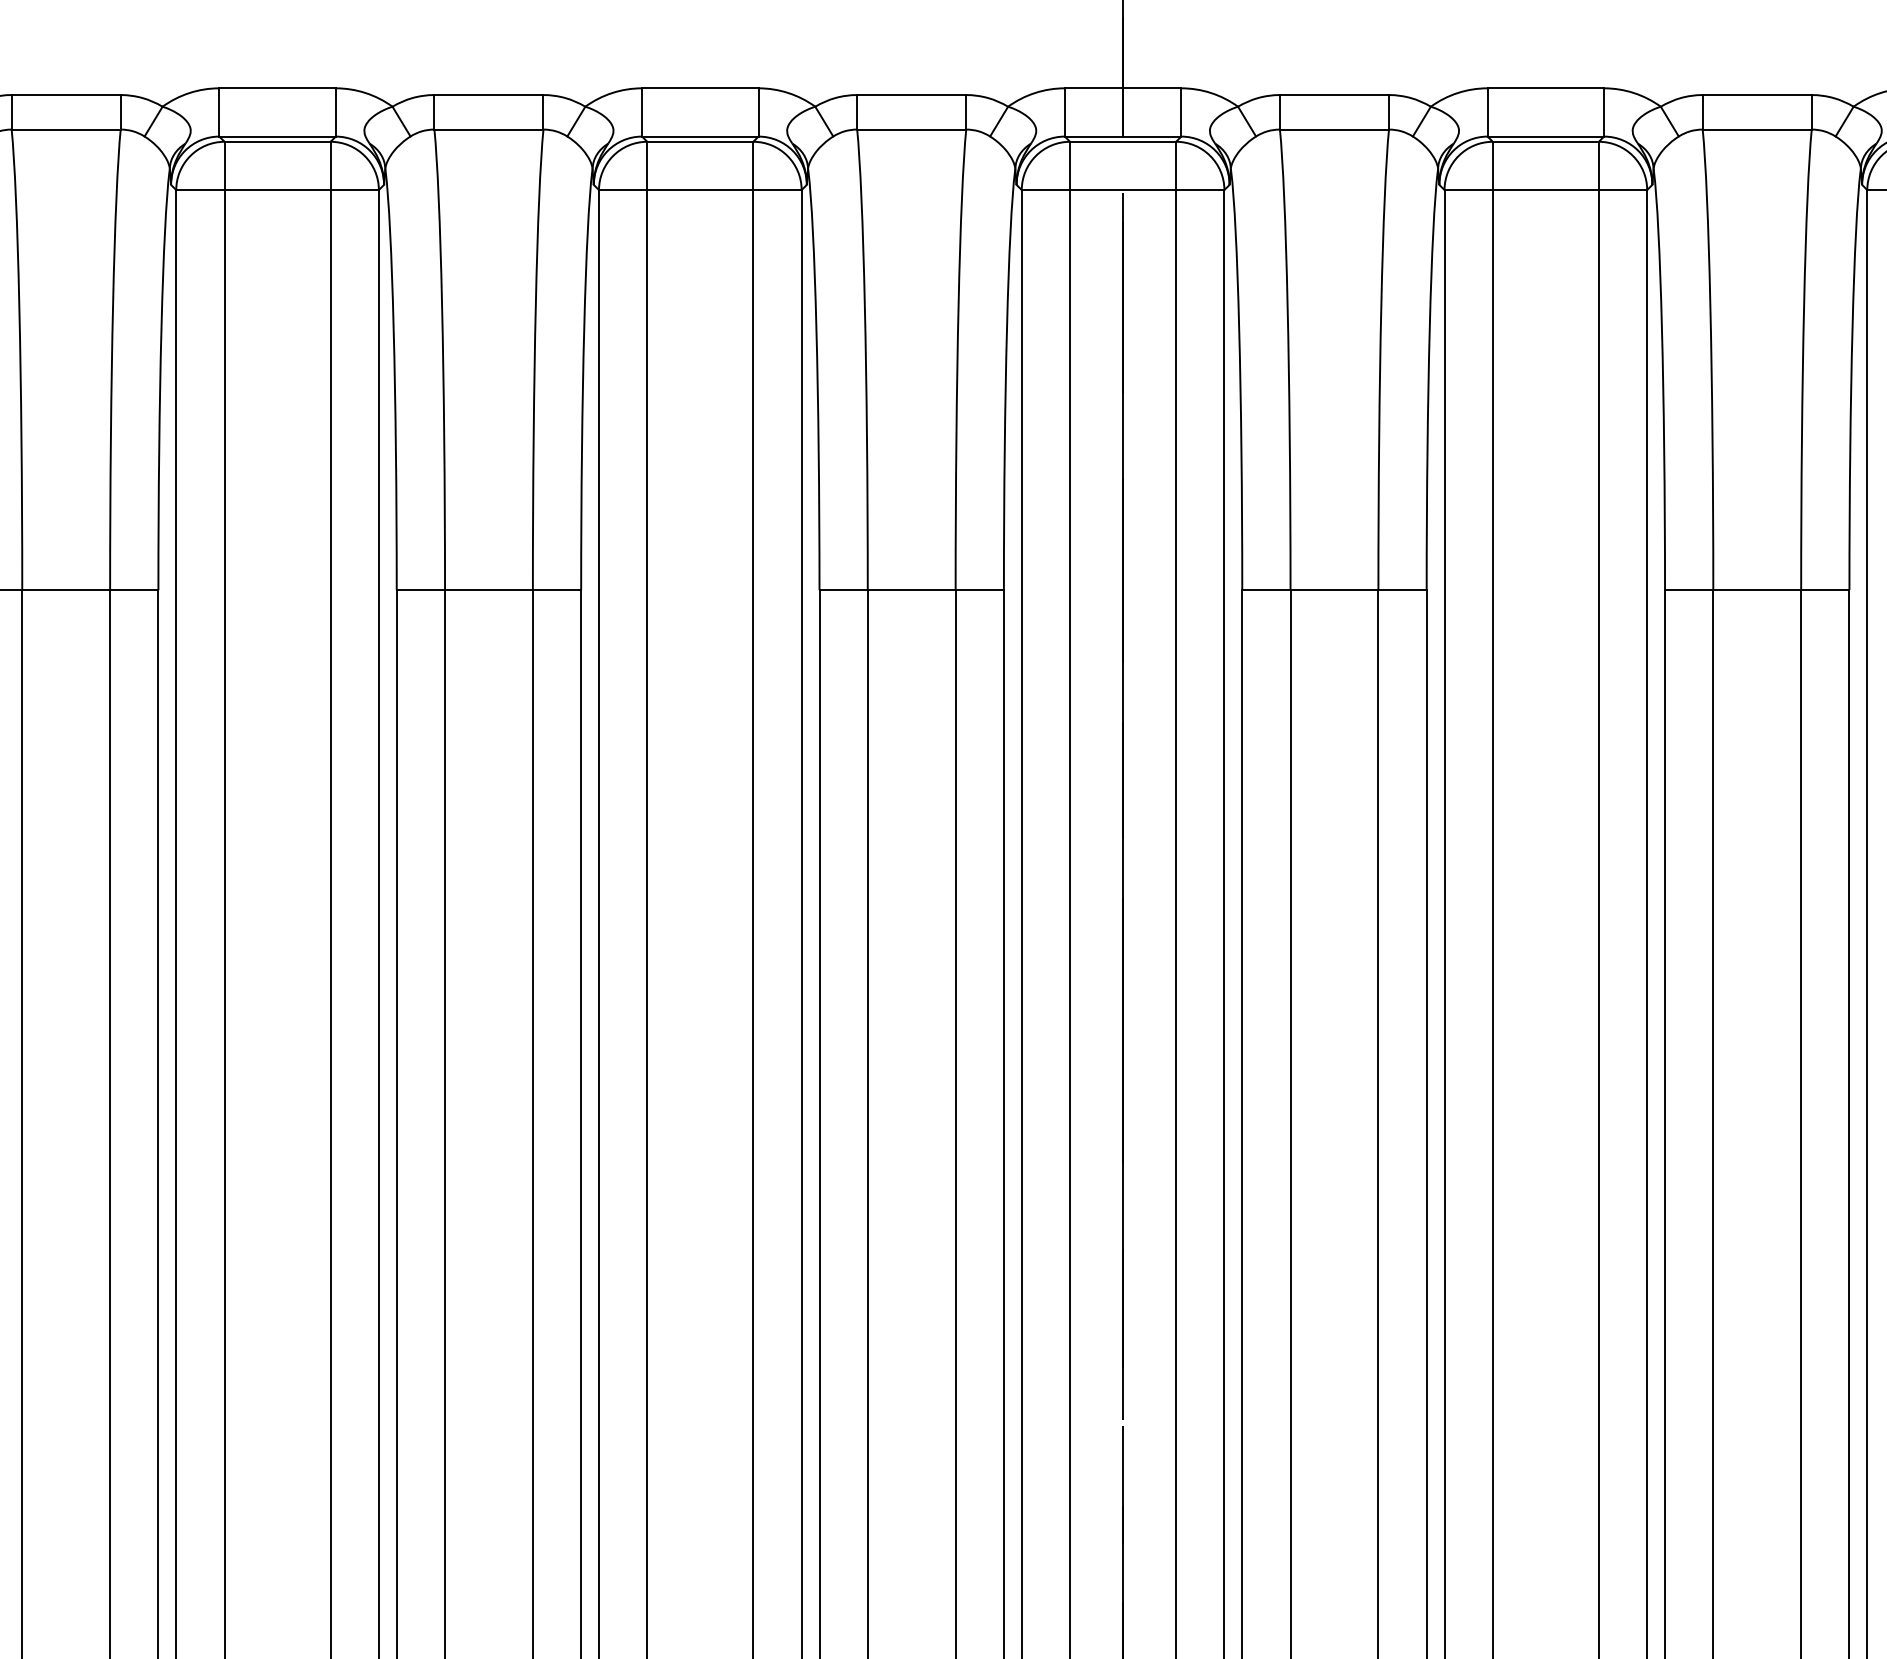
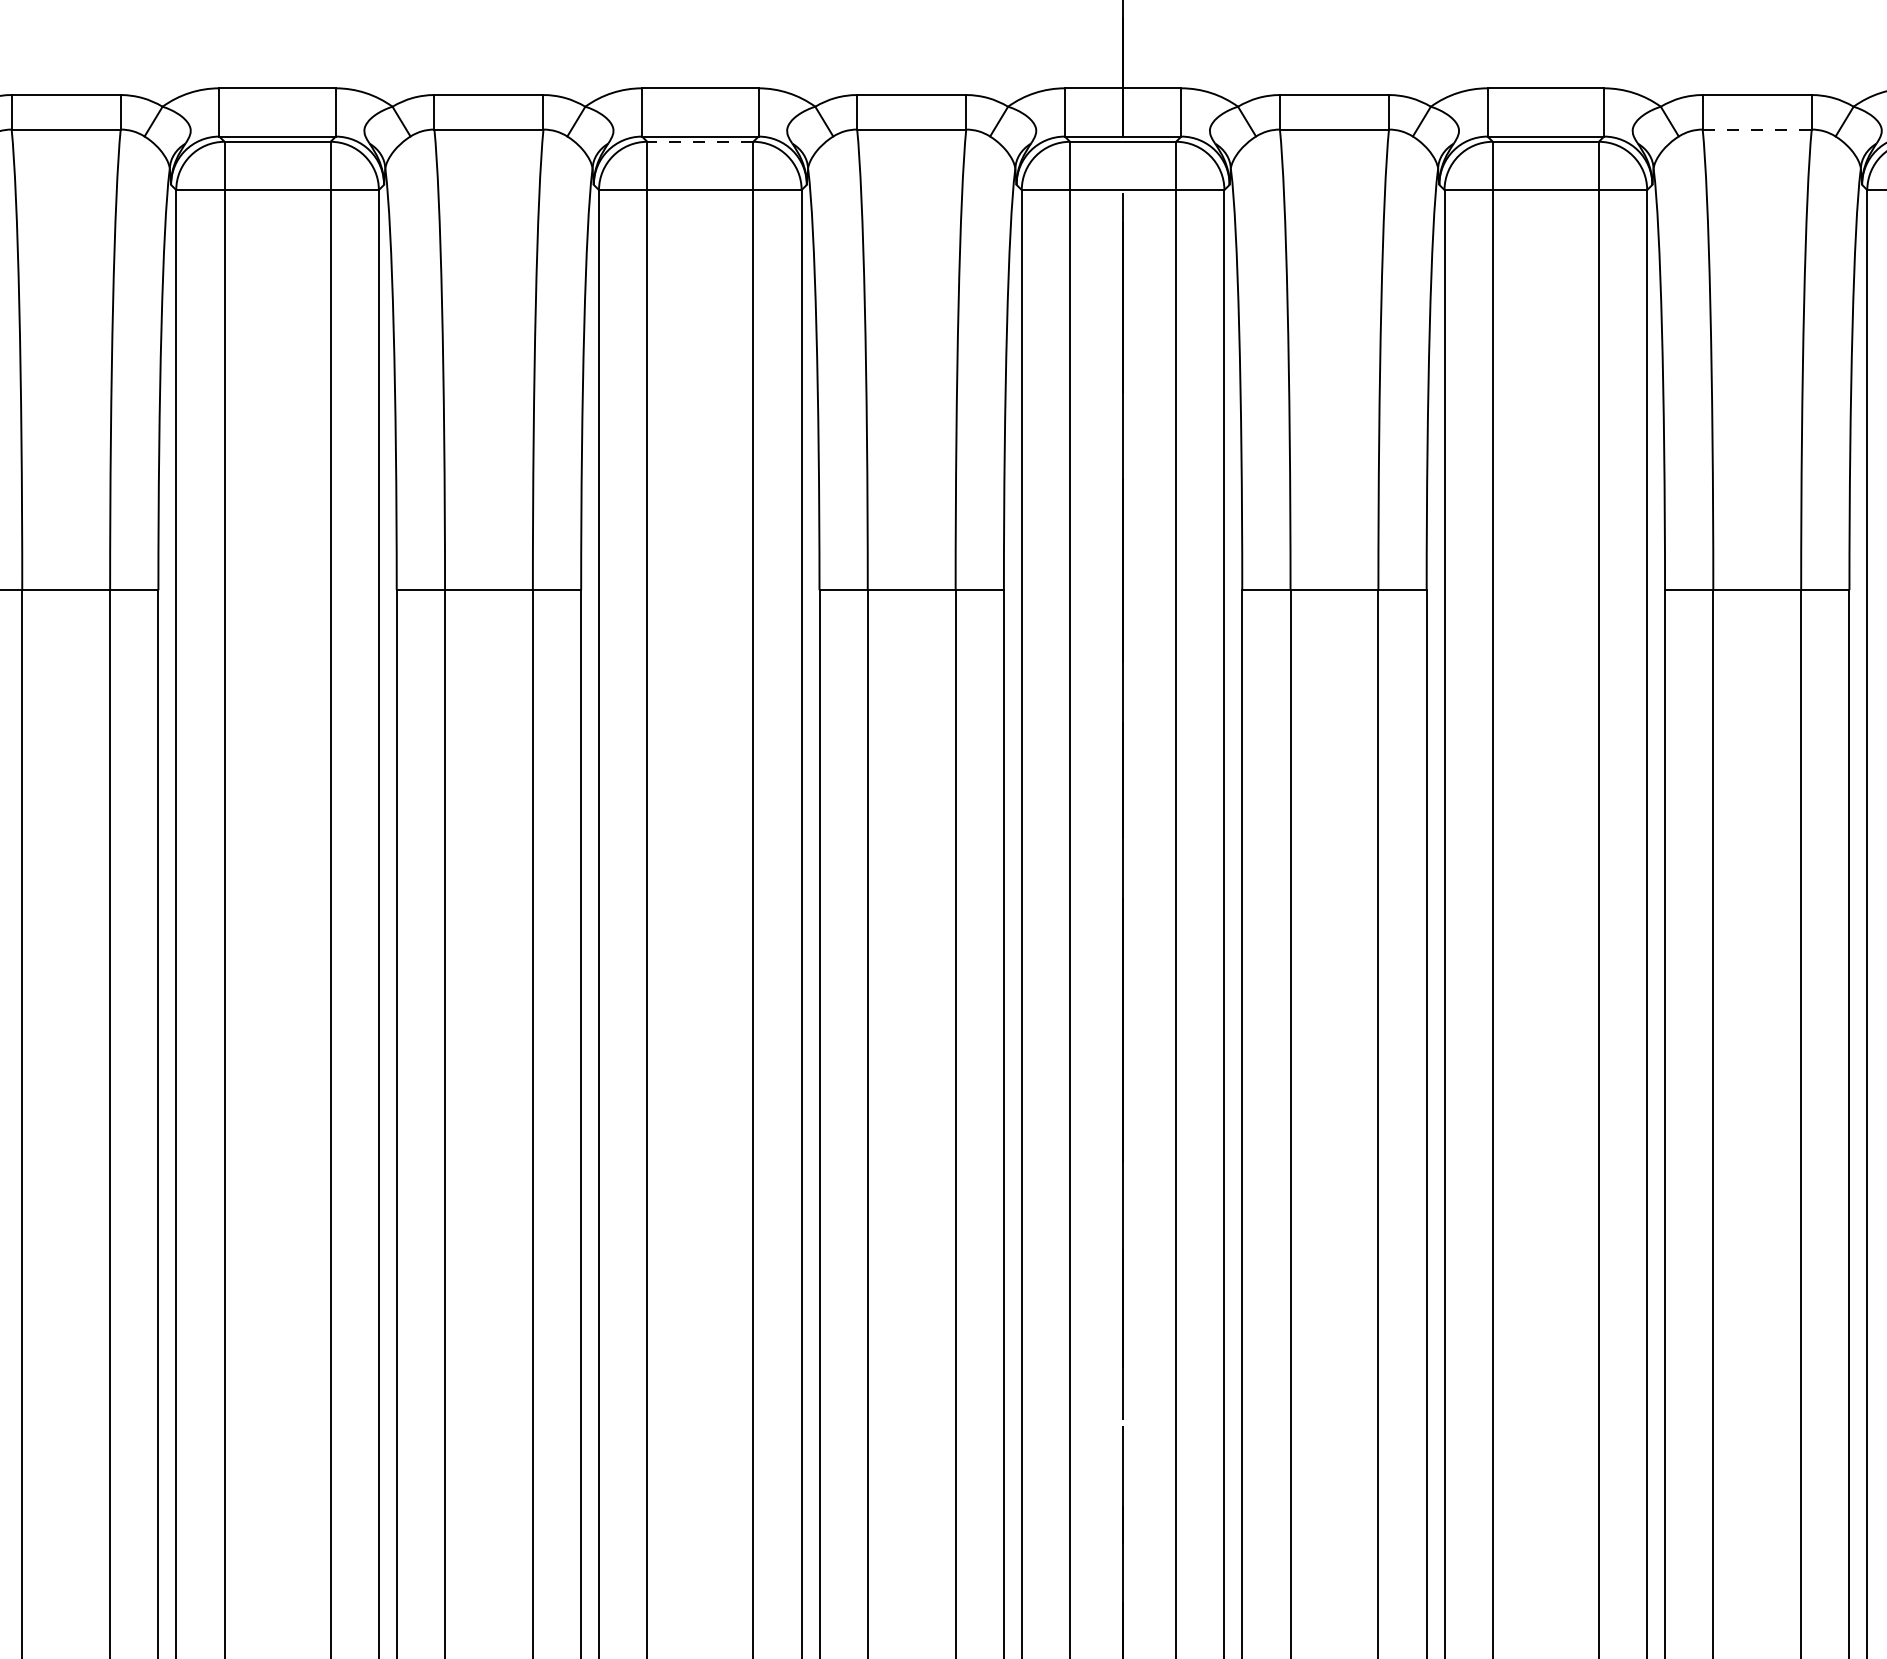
line at (1757, 129): solid -> dashed
line at (699, 141): solid -> dashed
